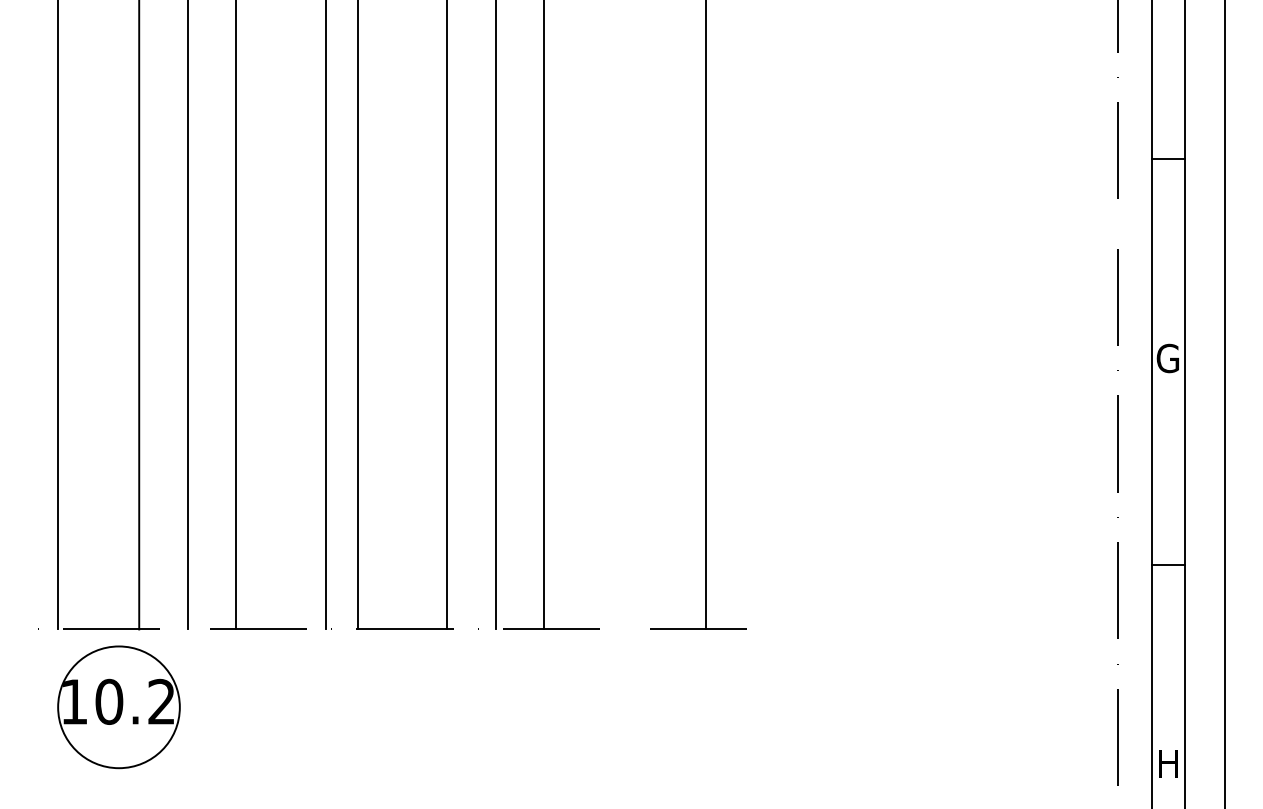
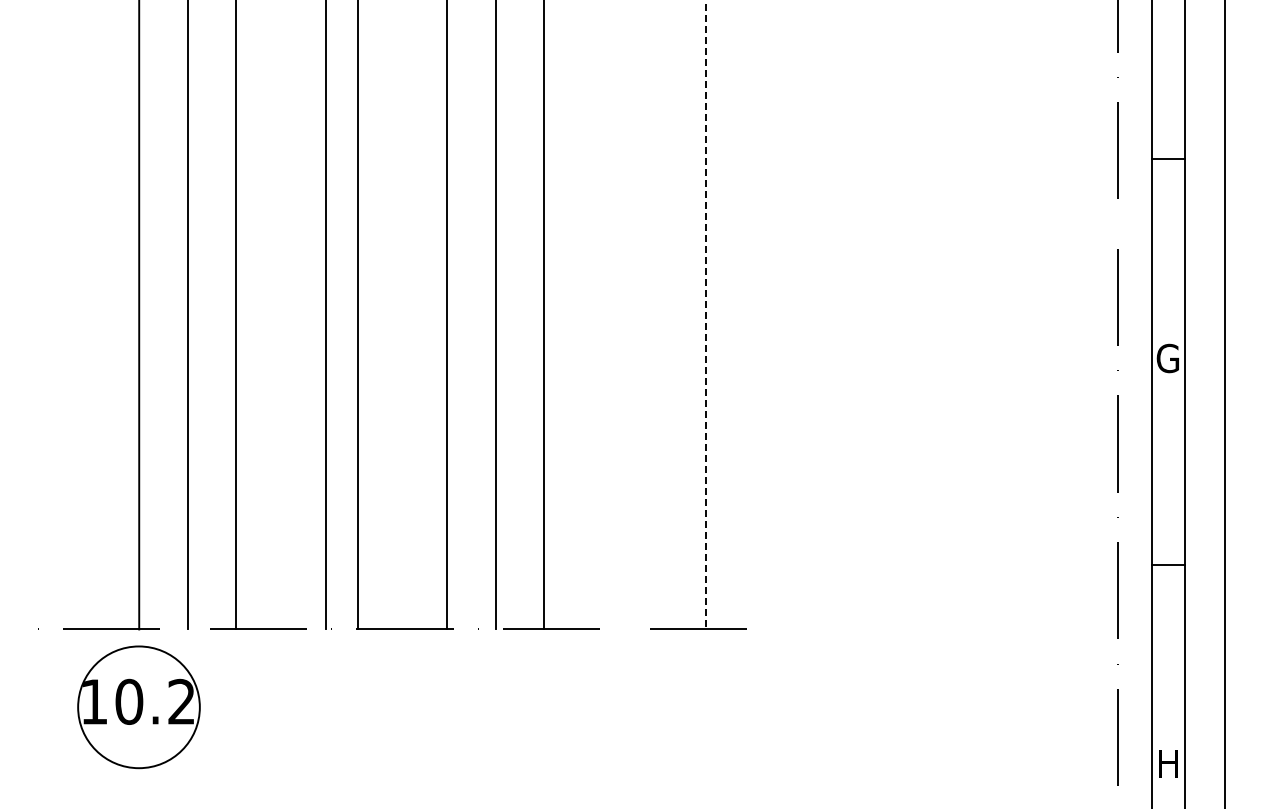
line at (58, 315): present -> none
line at (706, 315): solid -> dashed
part at (118, 707) position: (118, 707) -> (138, 707)
